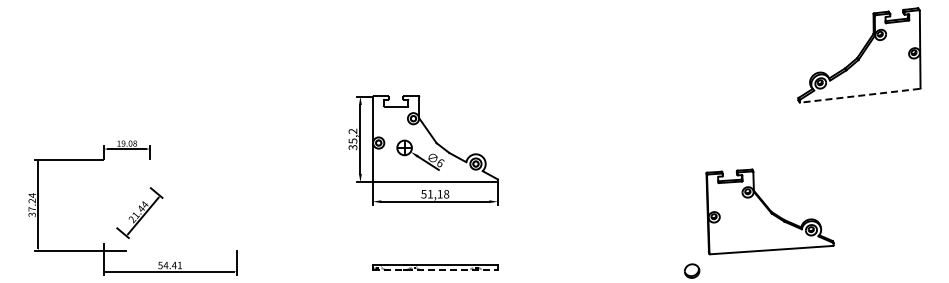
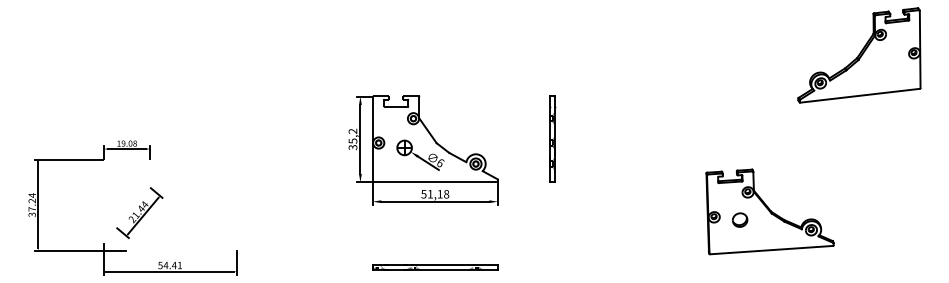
line at (859, 95): dashed -> solid
part at (552, 138): none -> present
line at (435, 269): dashed -> solid
part at (692, 270) position: (692, 270) -> (740, 219)
